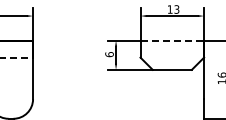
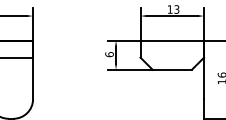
line at (172, 40): dashed -> solid
line at (17, 57): dashed -> solid
